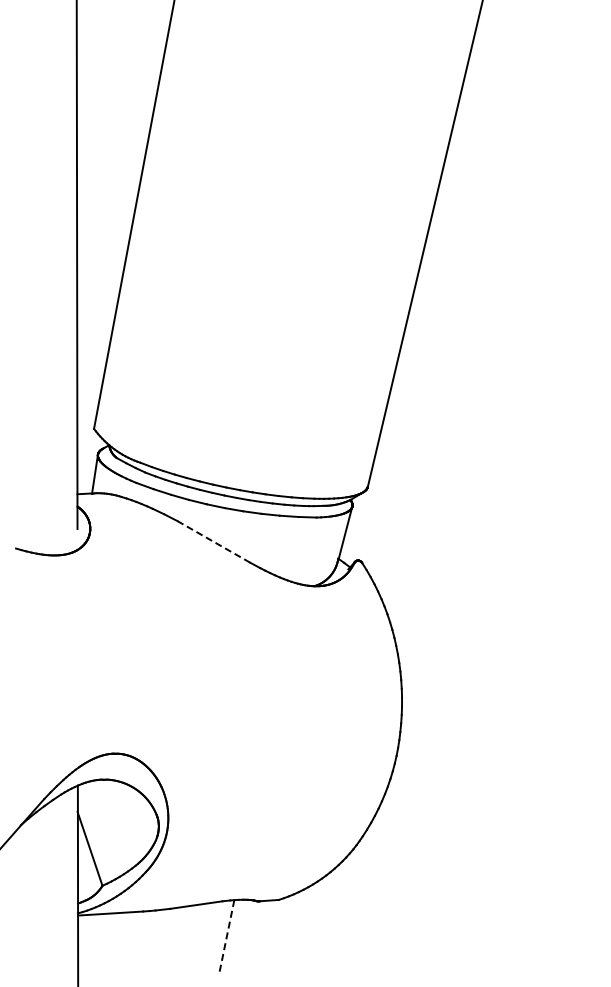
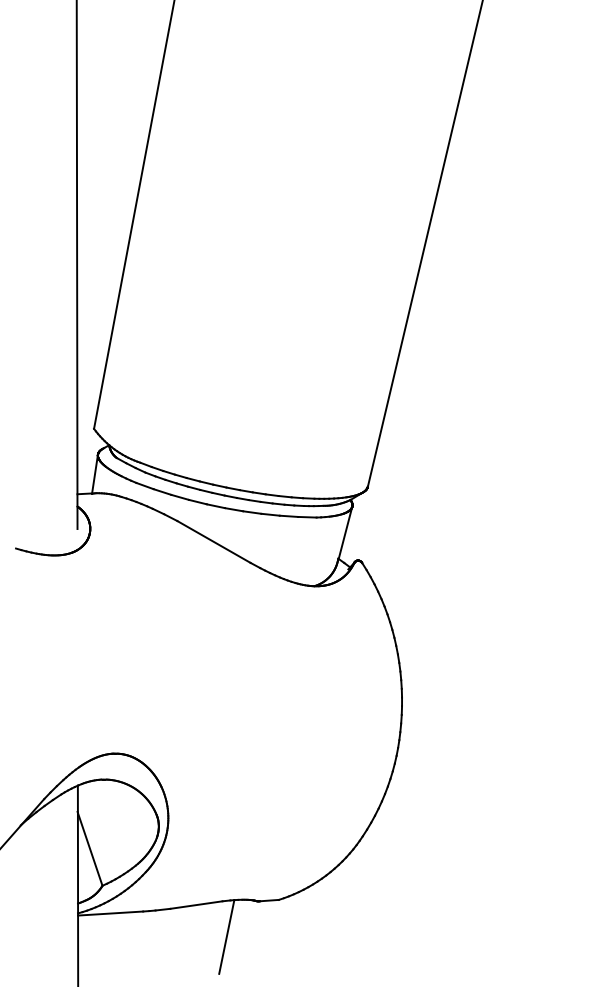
line at (214, 542): dashed -> solid
line at (226, 937): dashed -> solid
